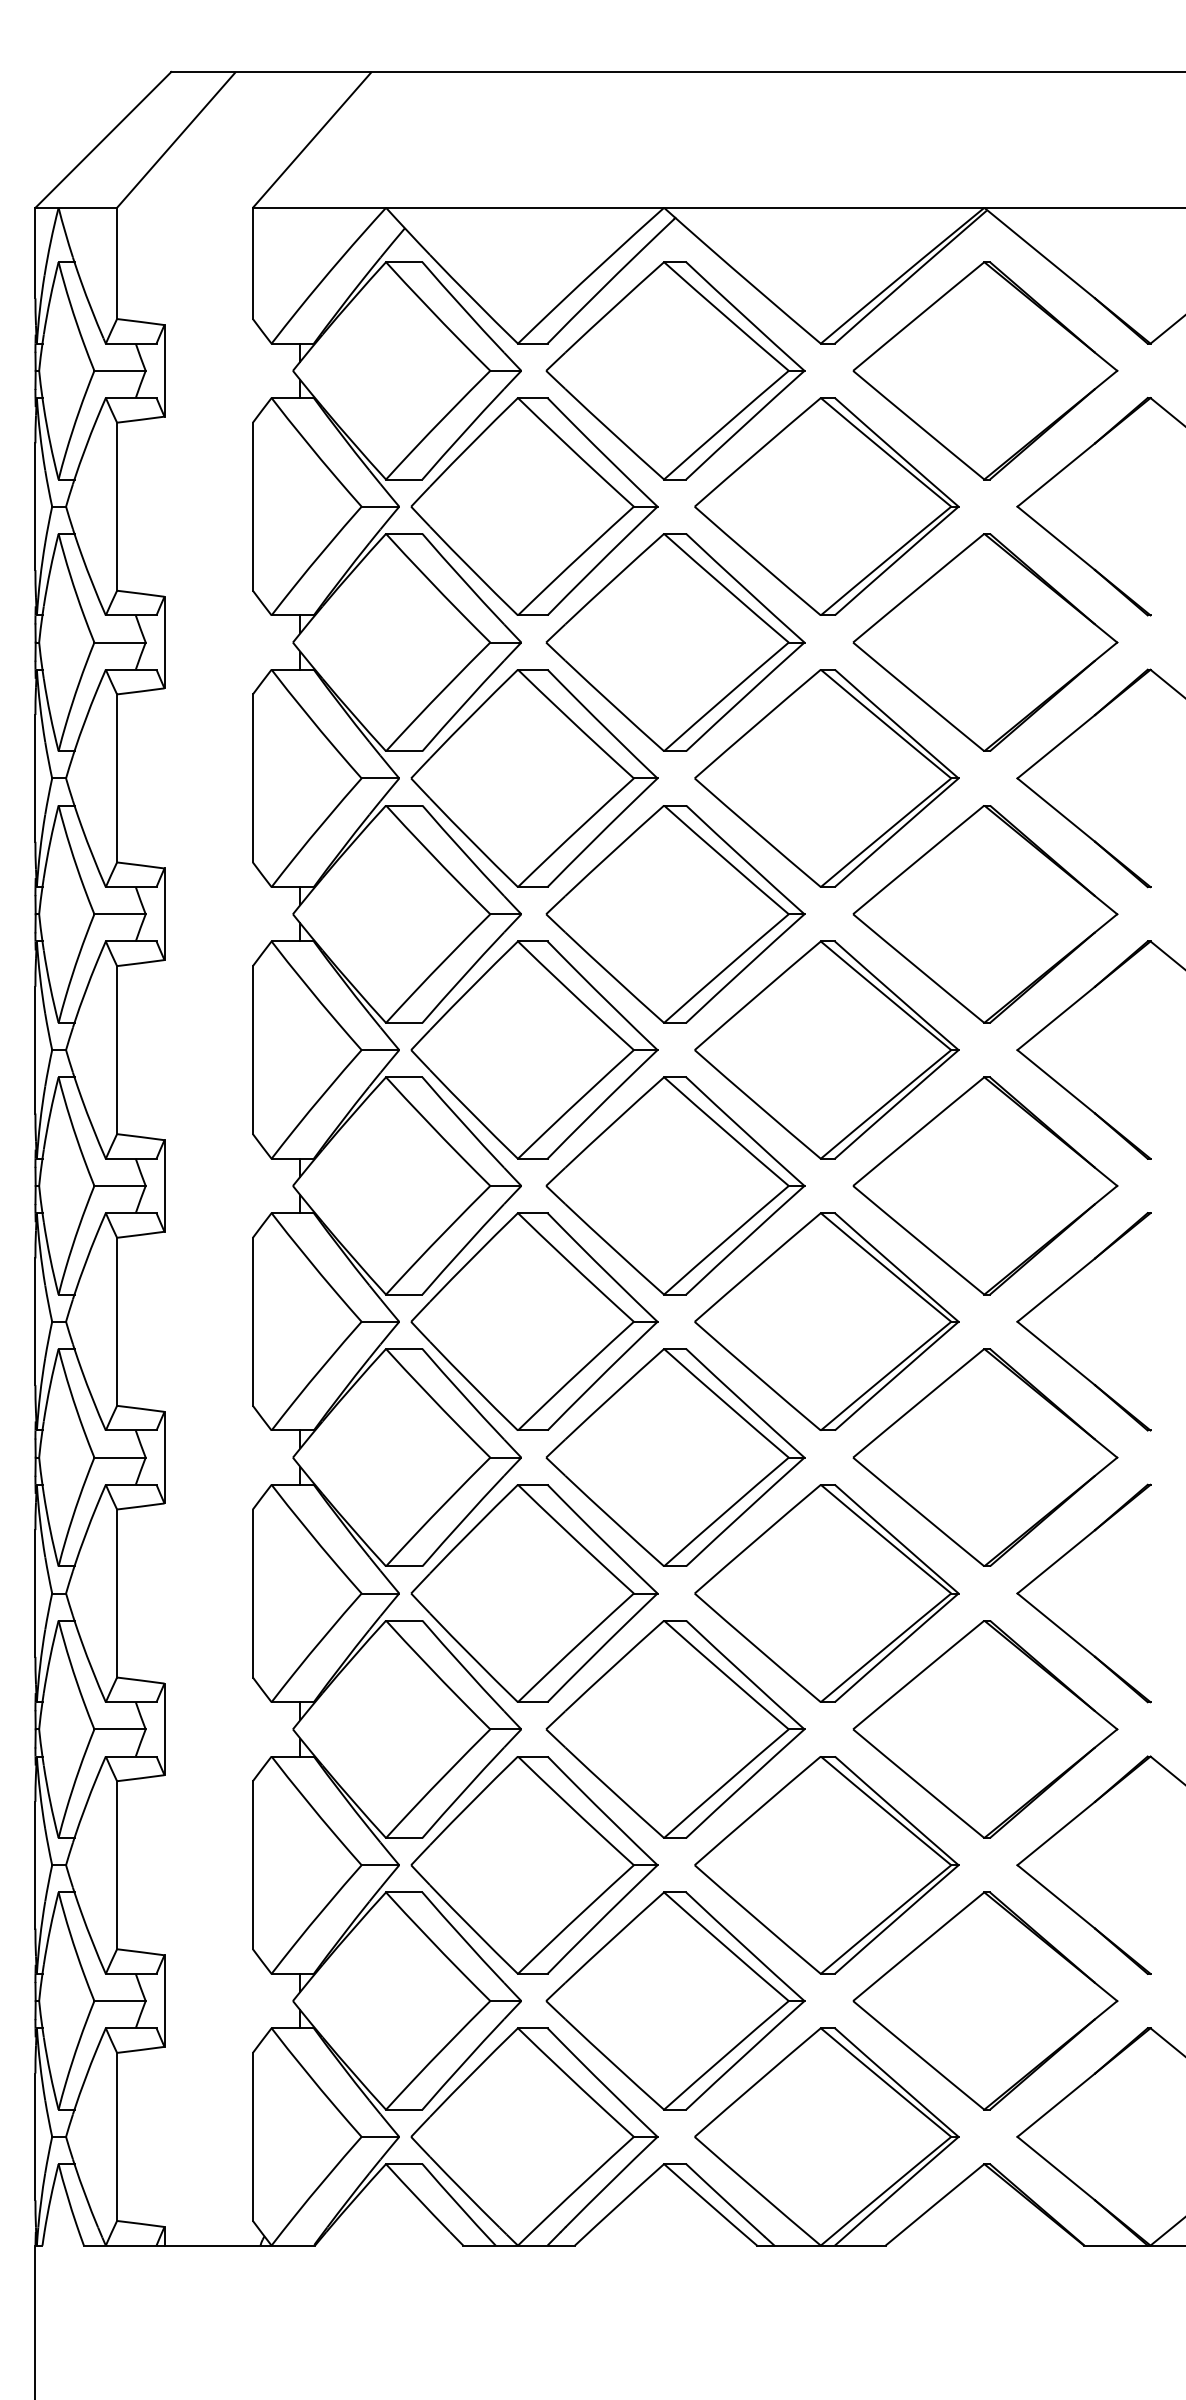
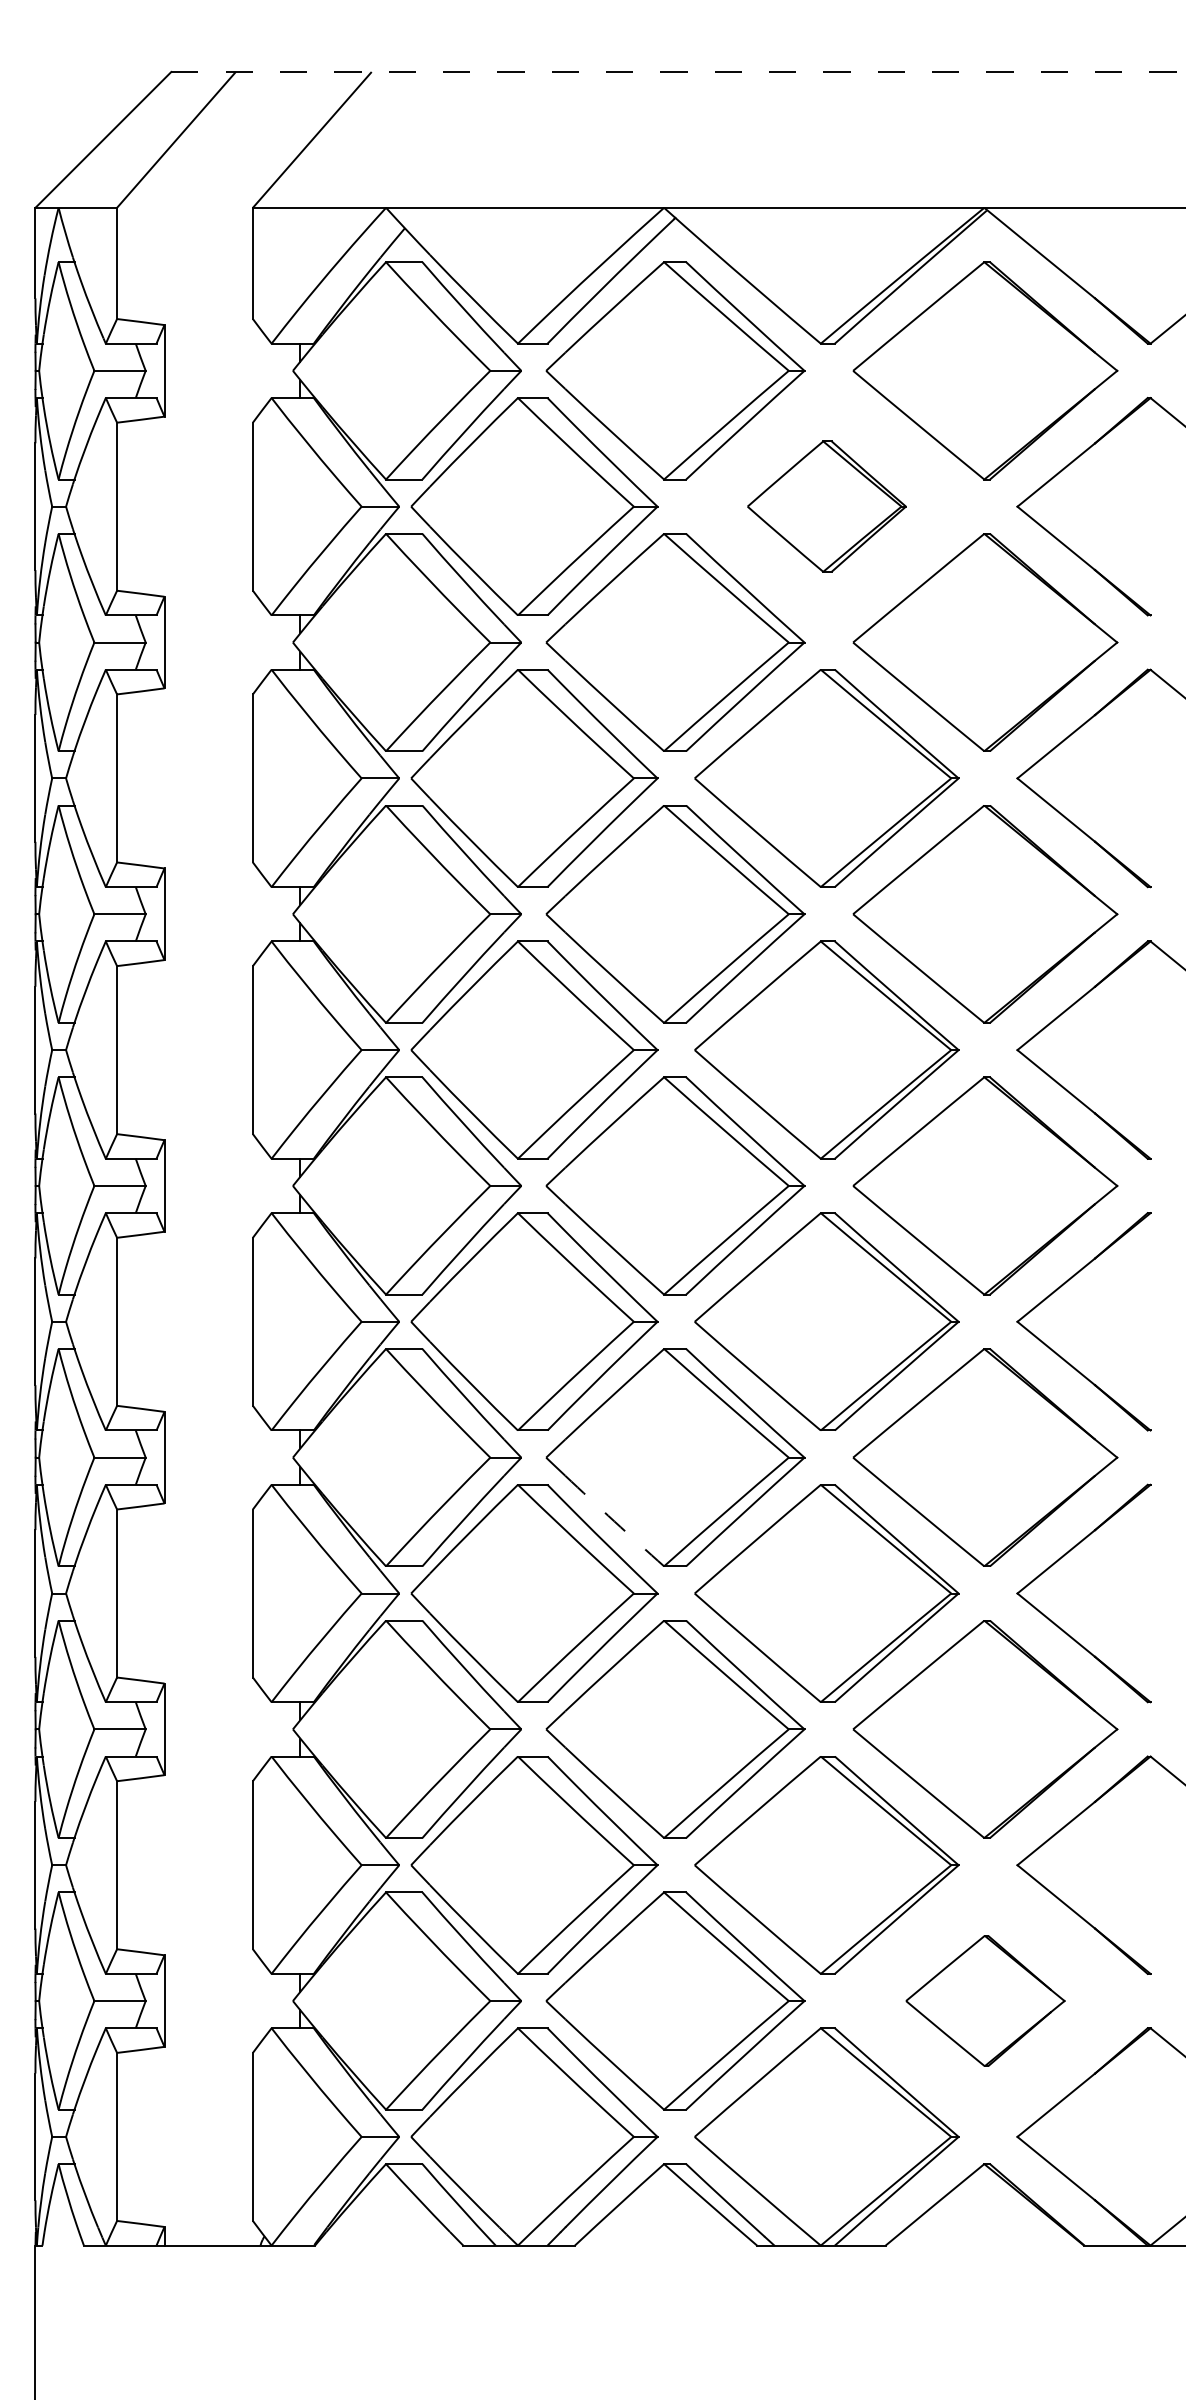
line at (678, 71): solid -> dashed
part at (826, 506) size: 266x219 px -> 160x133 px
arc at (614, 1521): solid -> dashed
part at (985, 2000) size: 267x220 px -> 161x132 px
